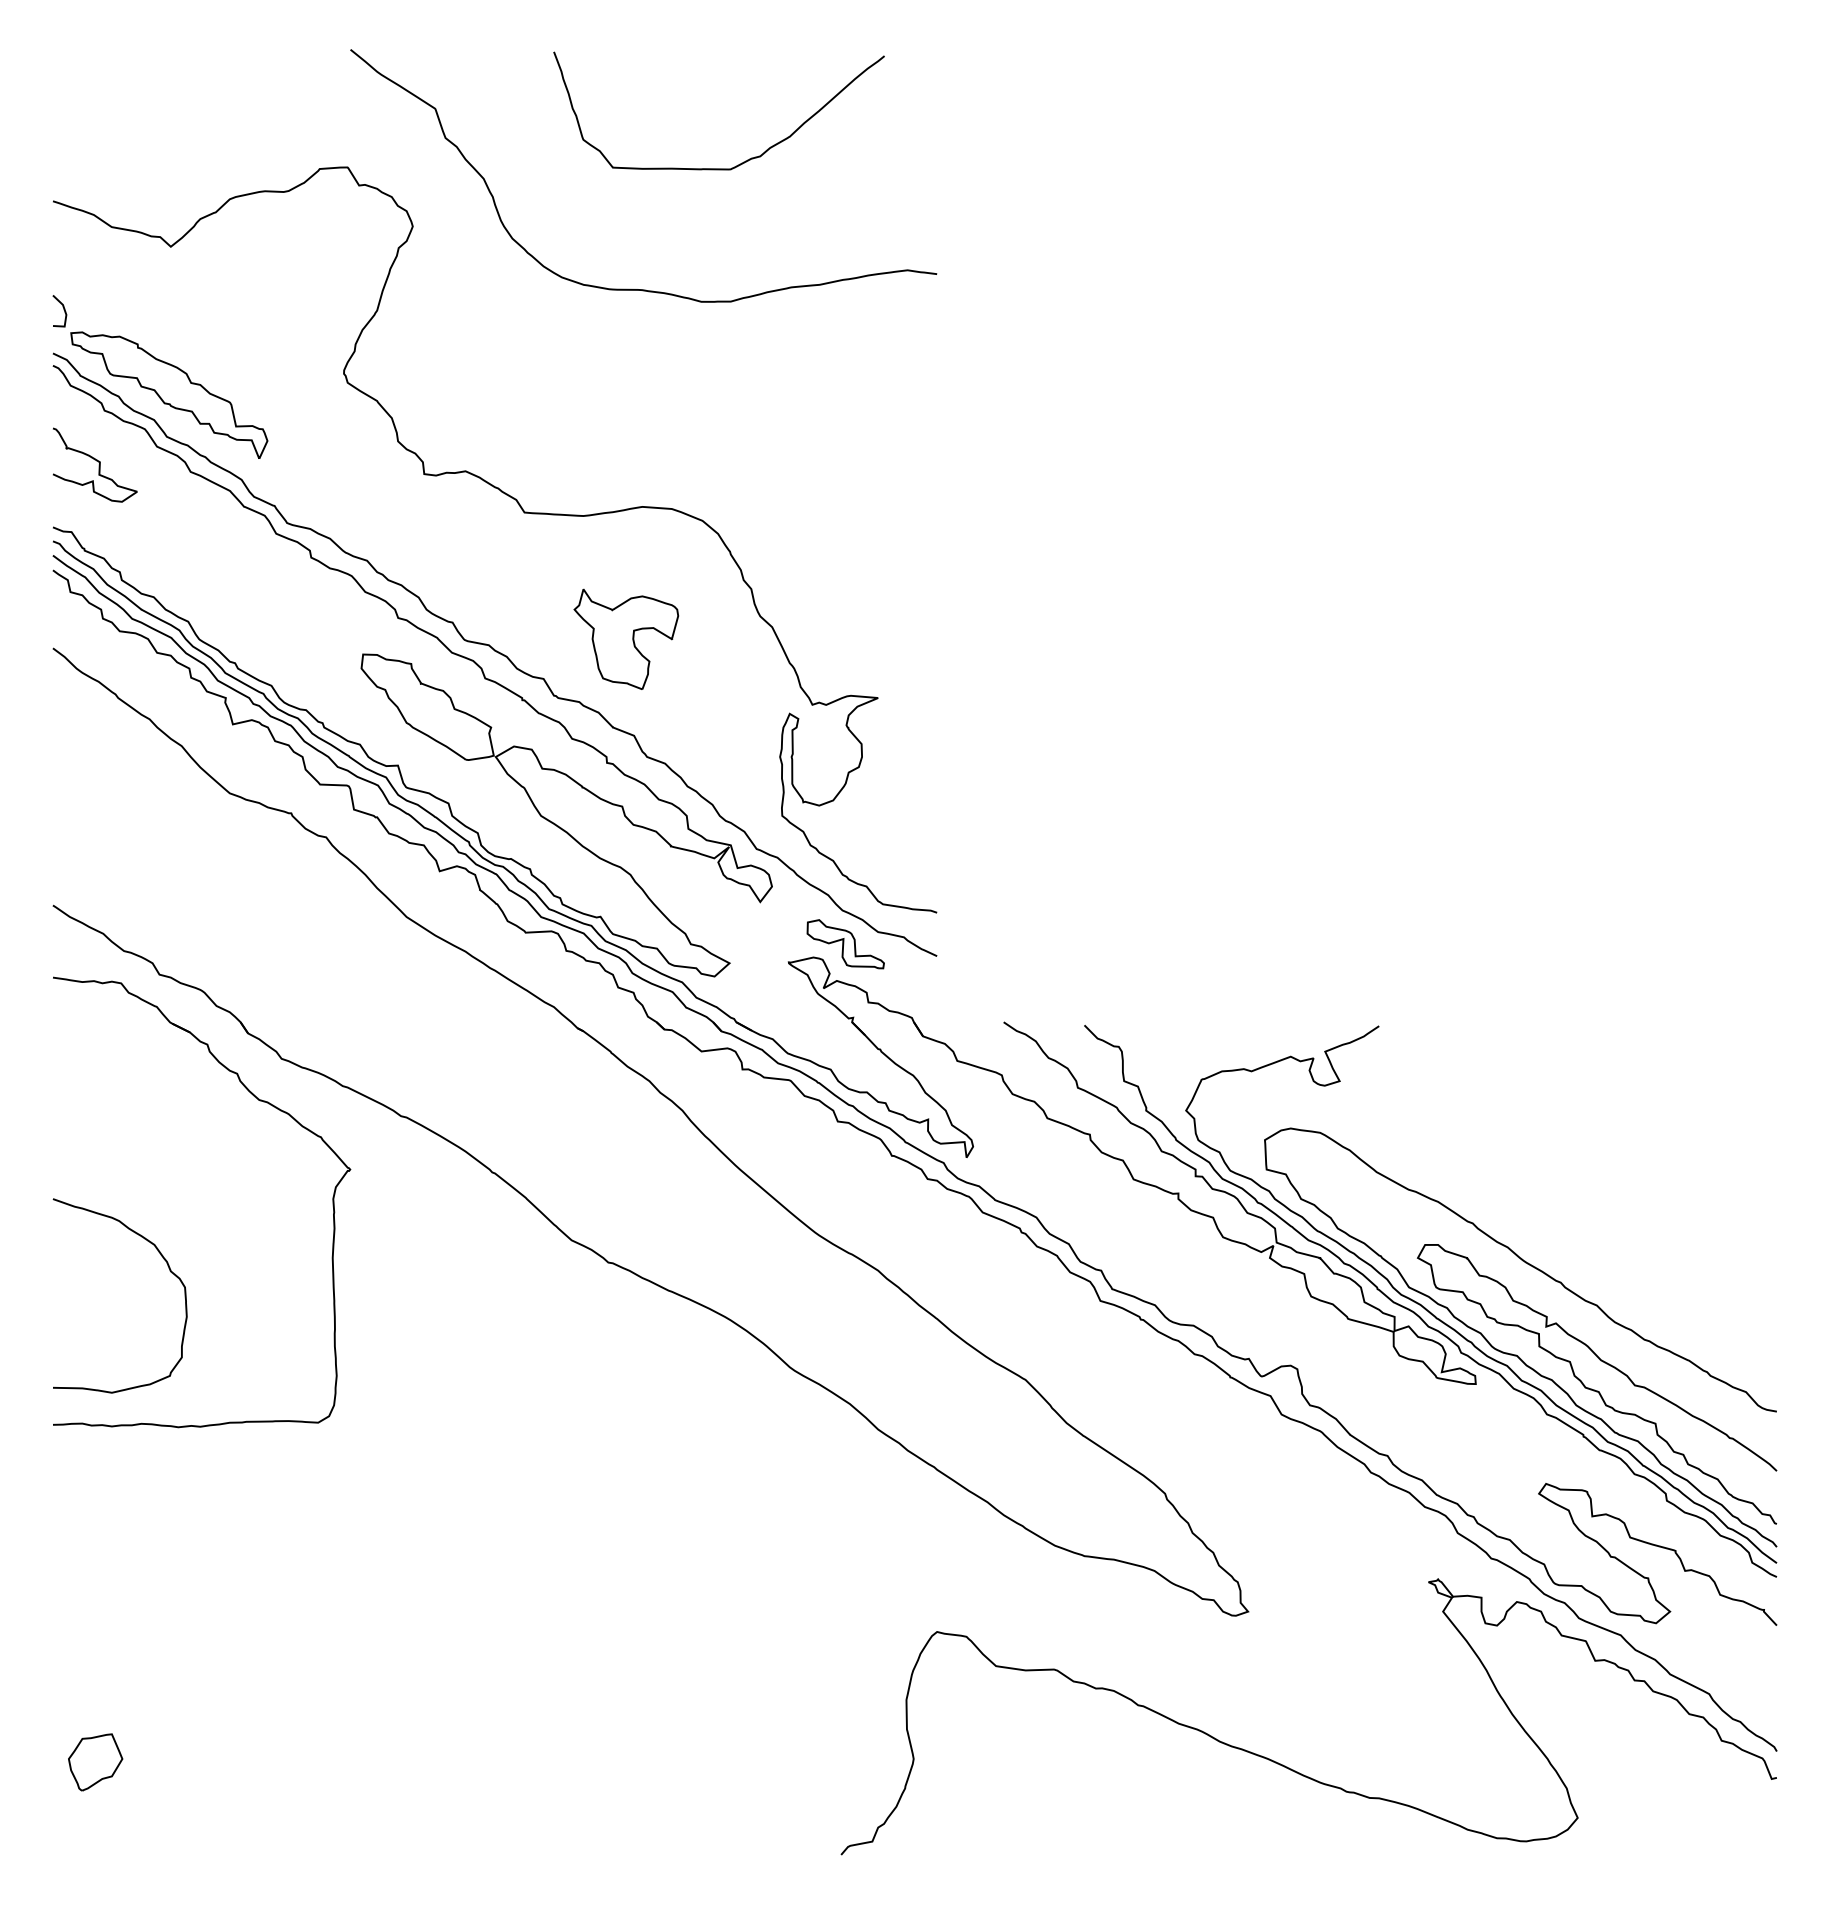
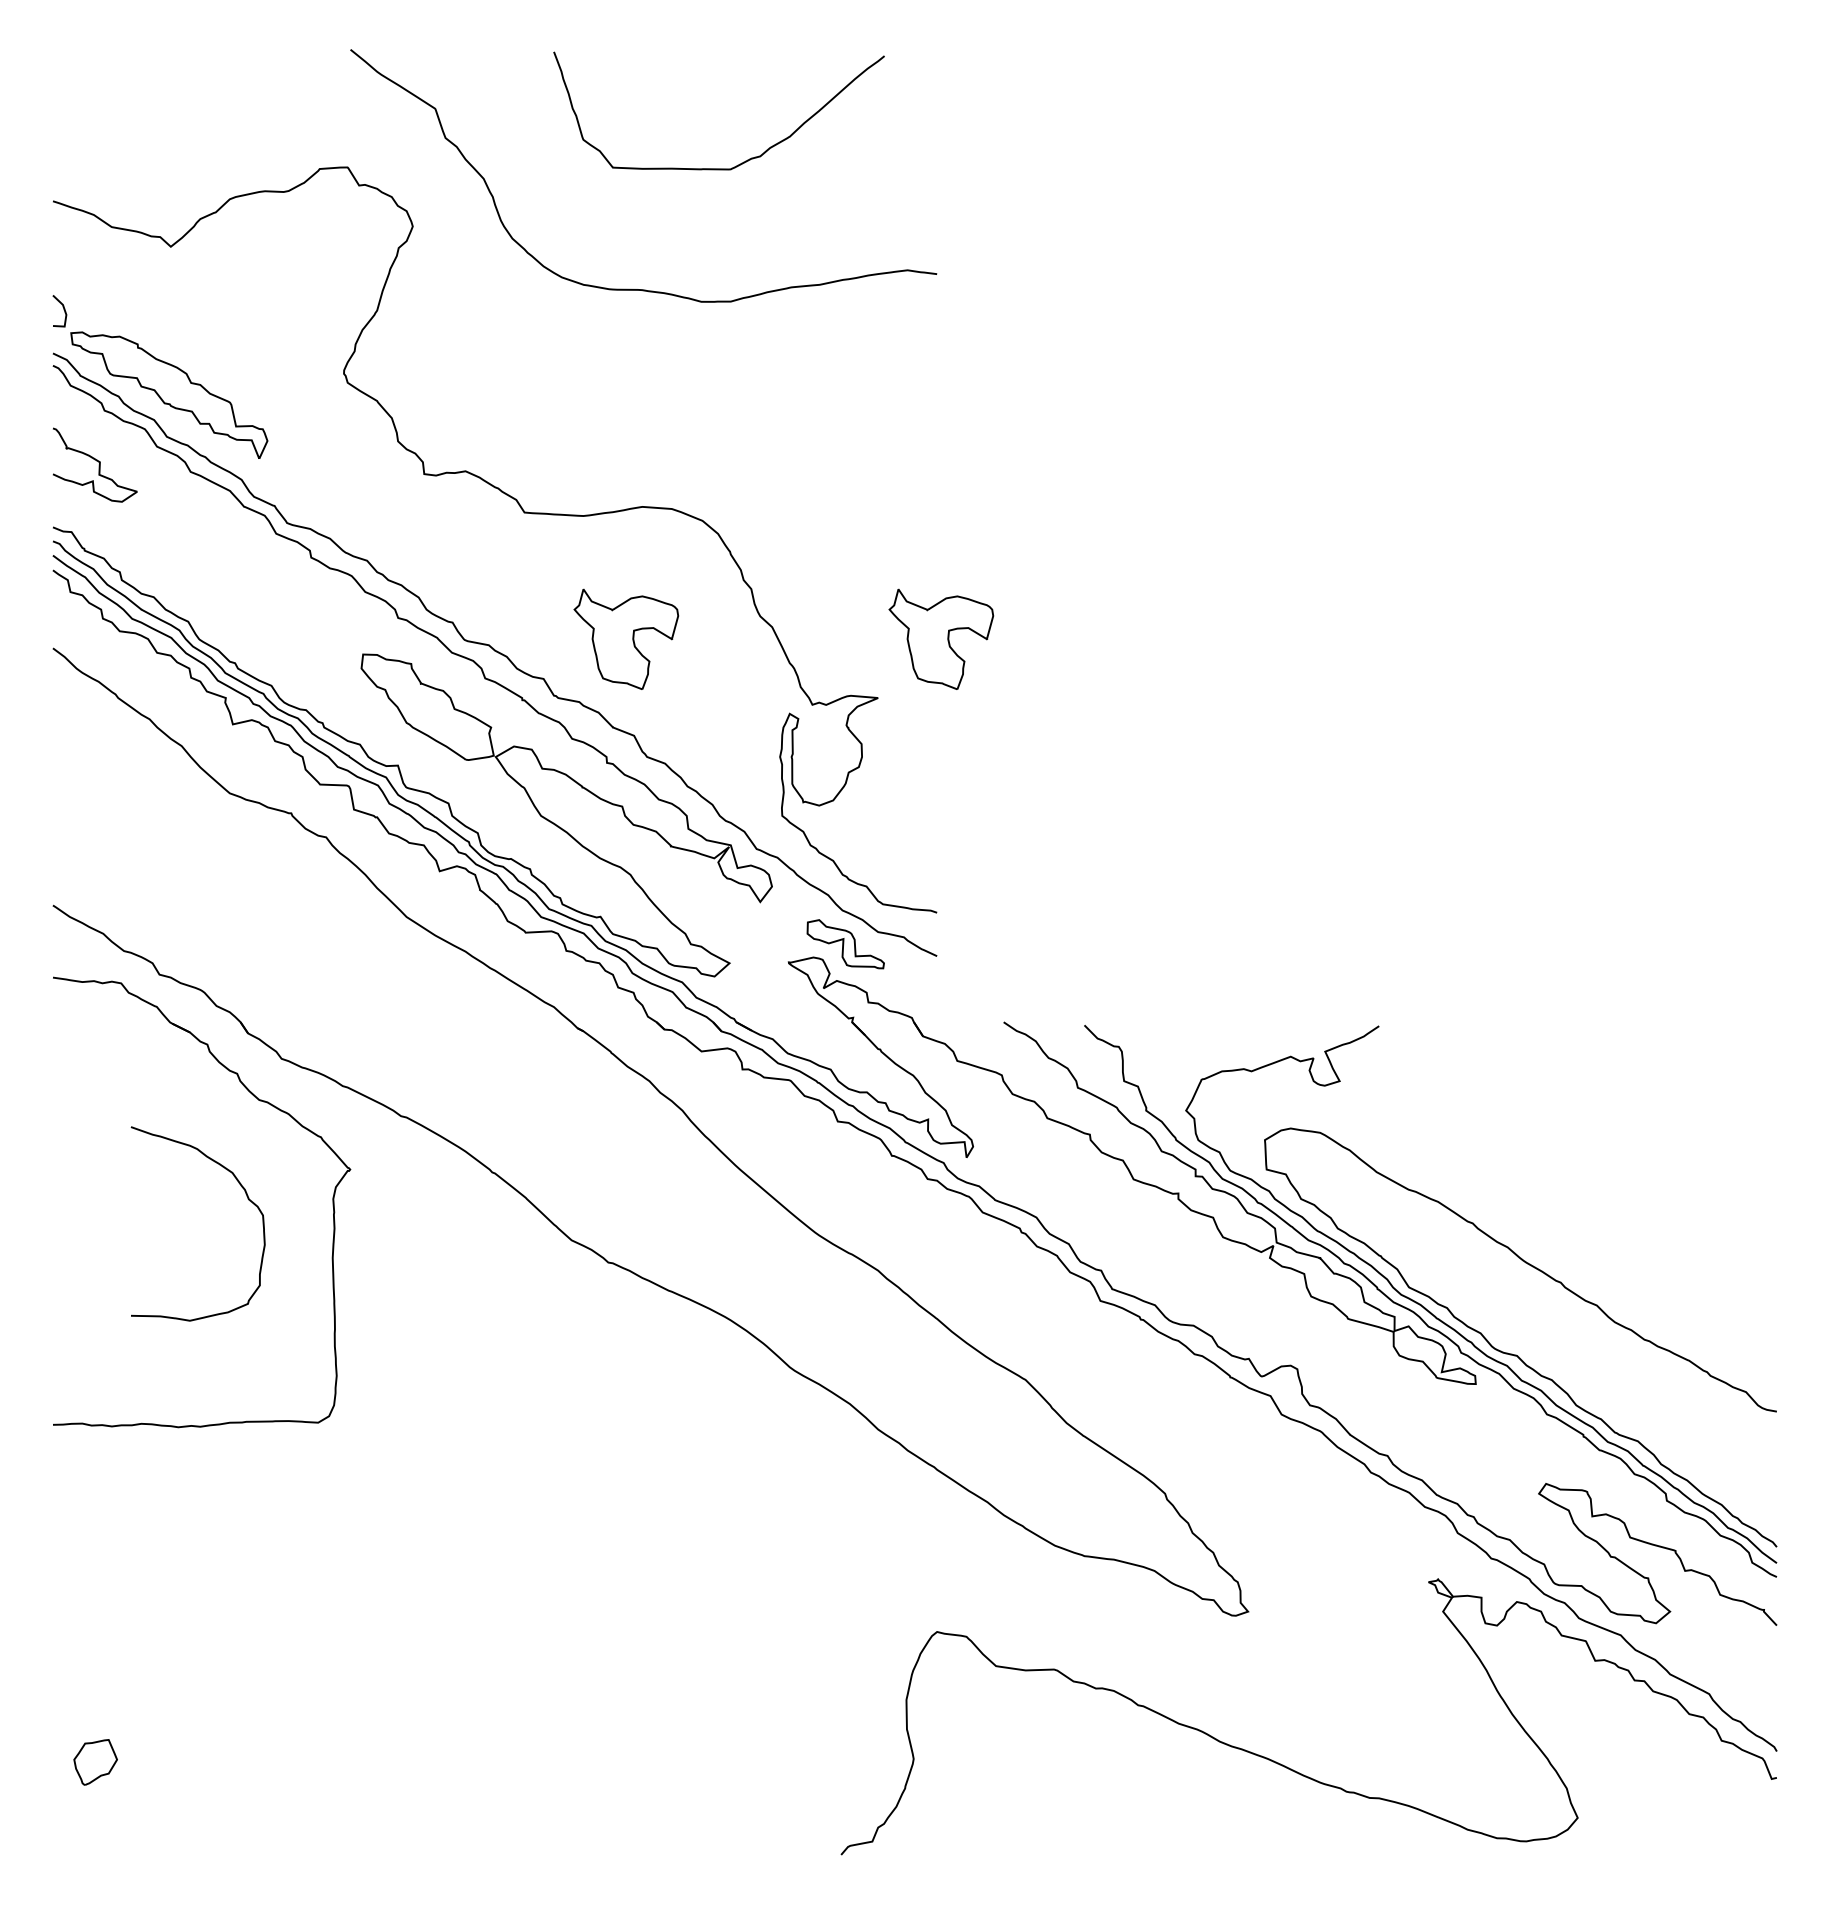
part at (941, 638): none -> present
curve at (169, 1270) position: (169, 1270) -> (247, 1198)
curve at (1594, 1389): present -> none
part at (95, 1762) size: 56x59 px -> 45x47 px
